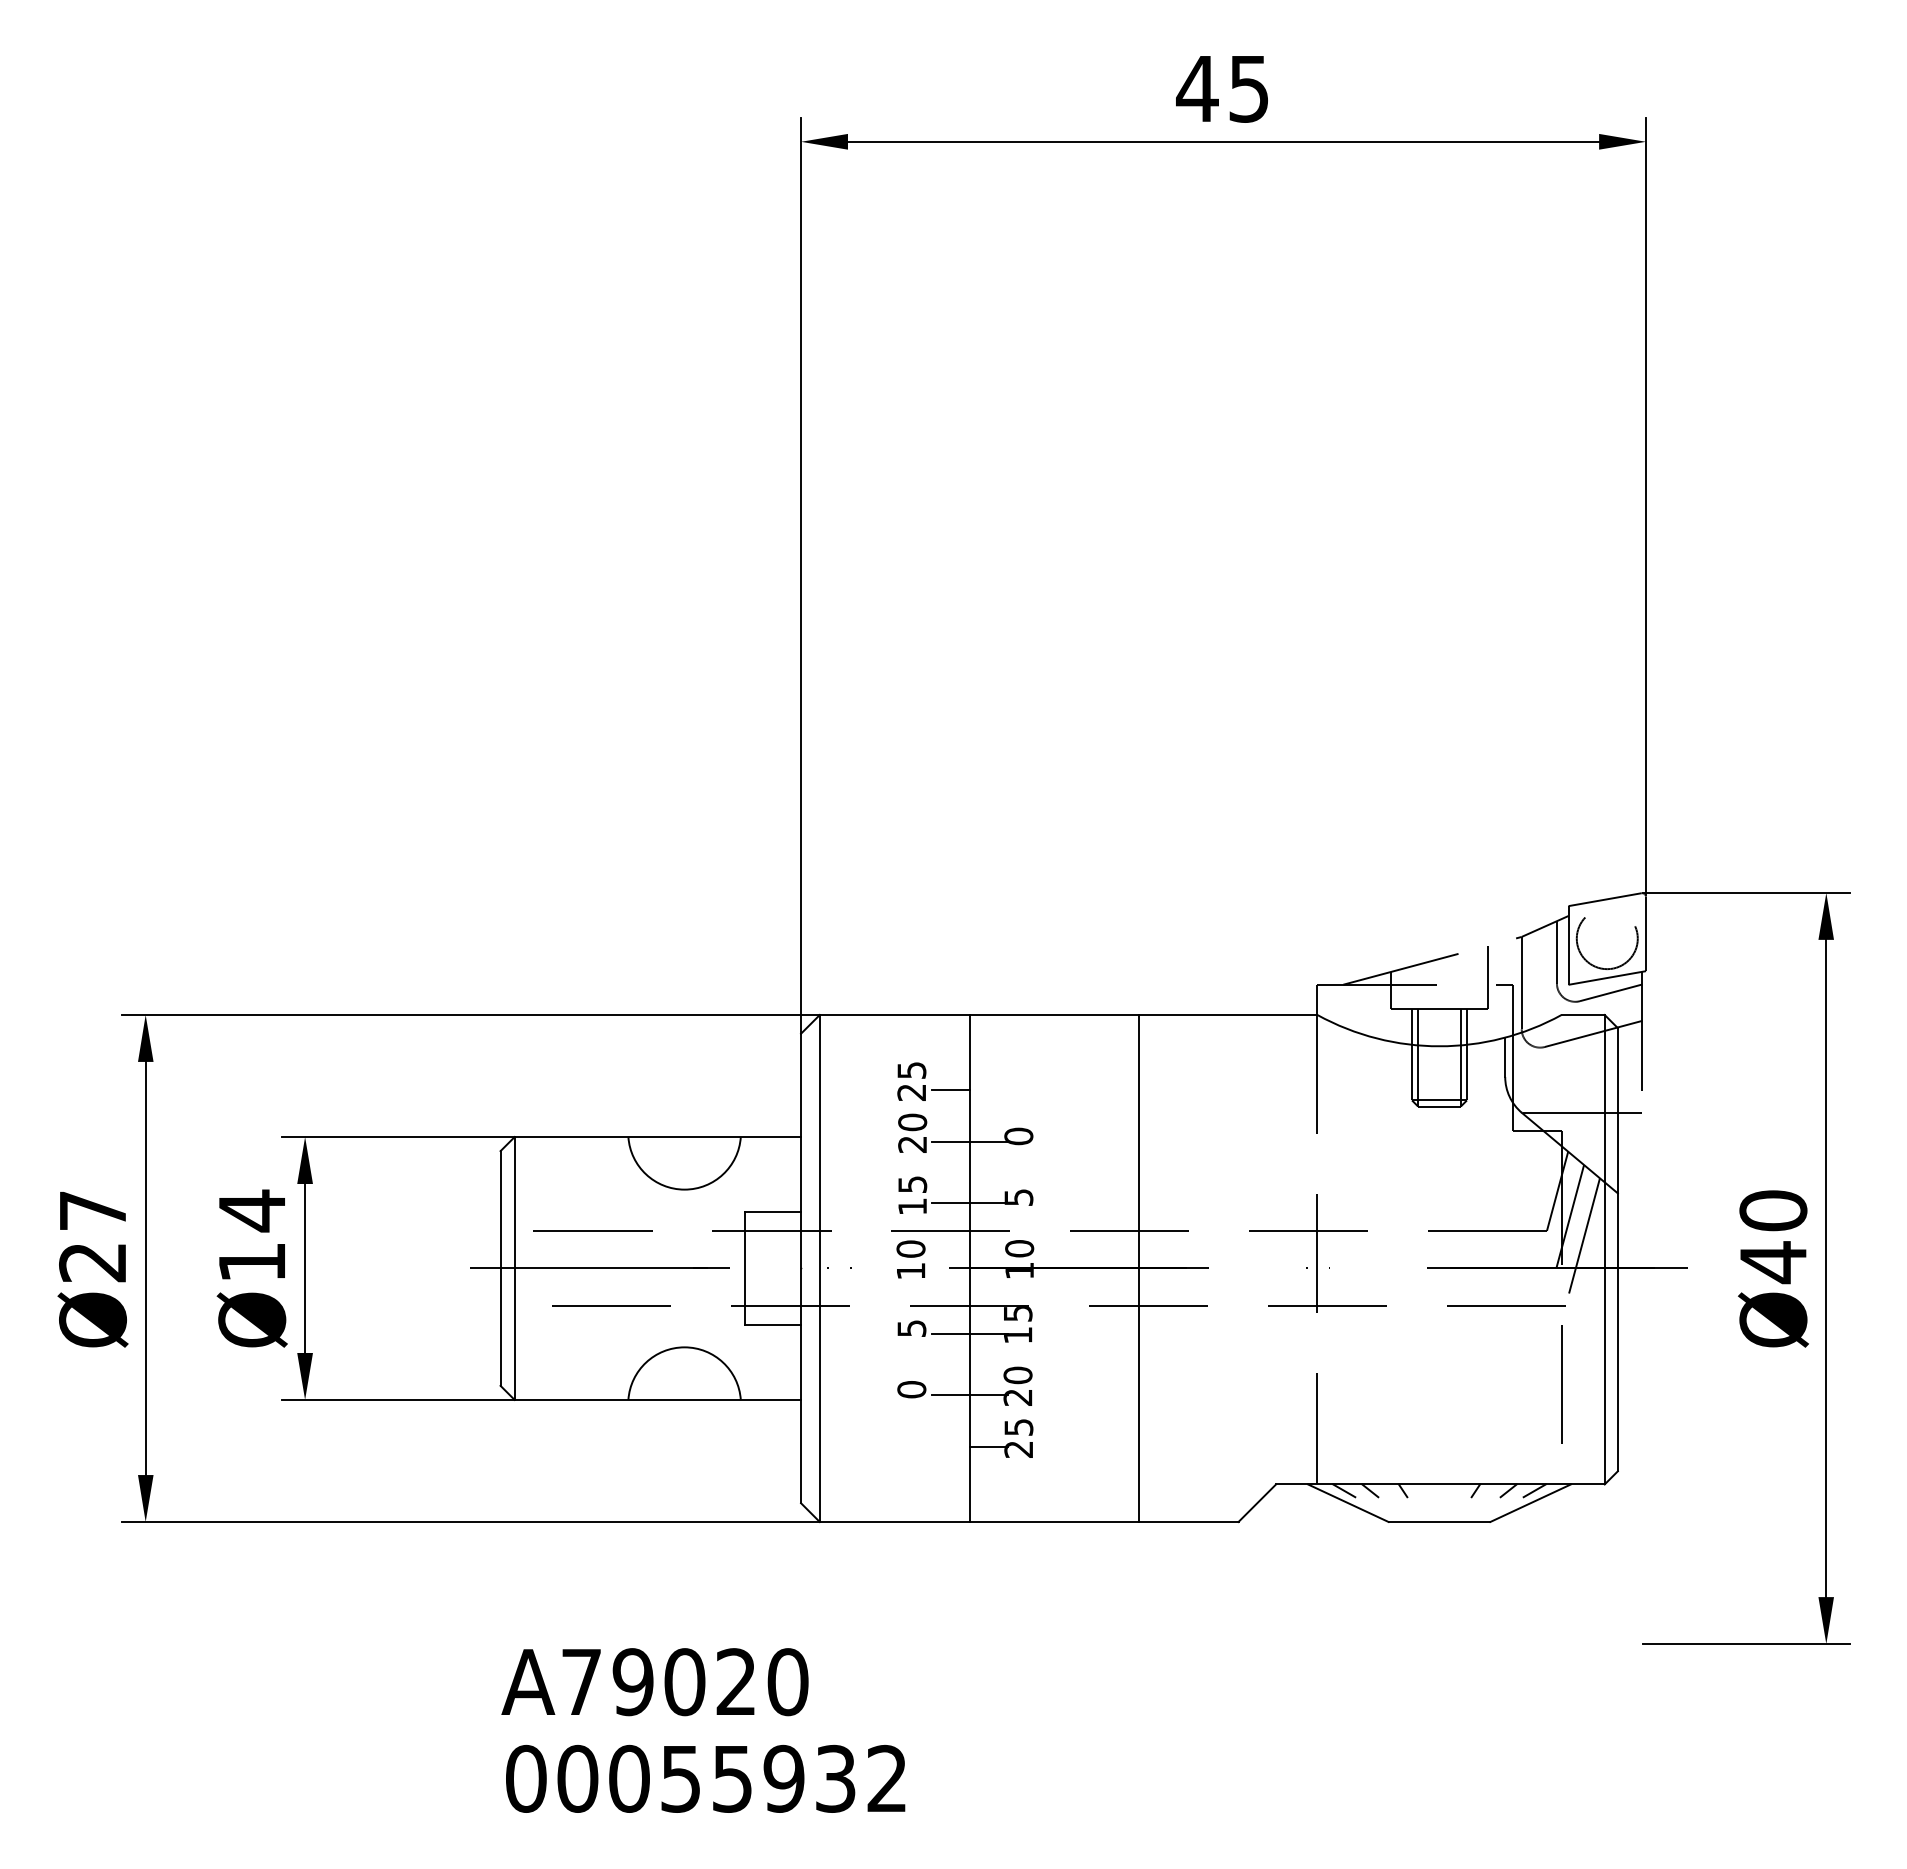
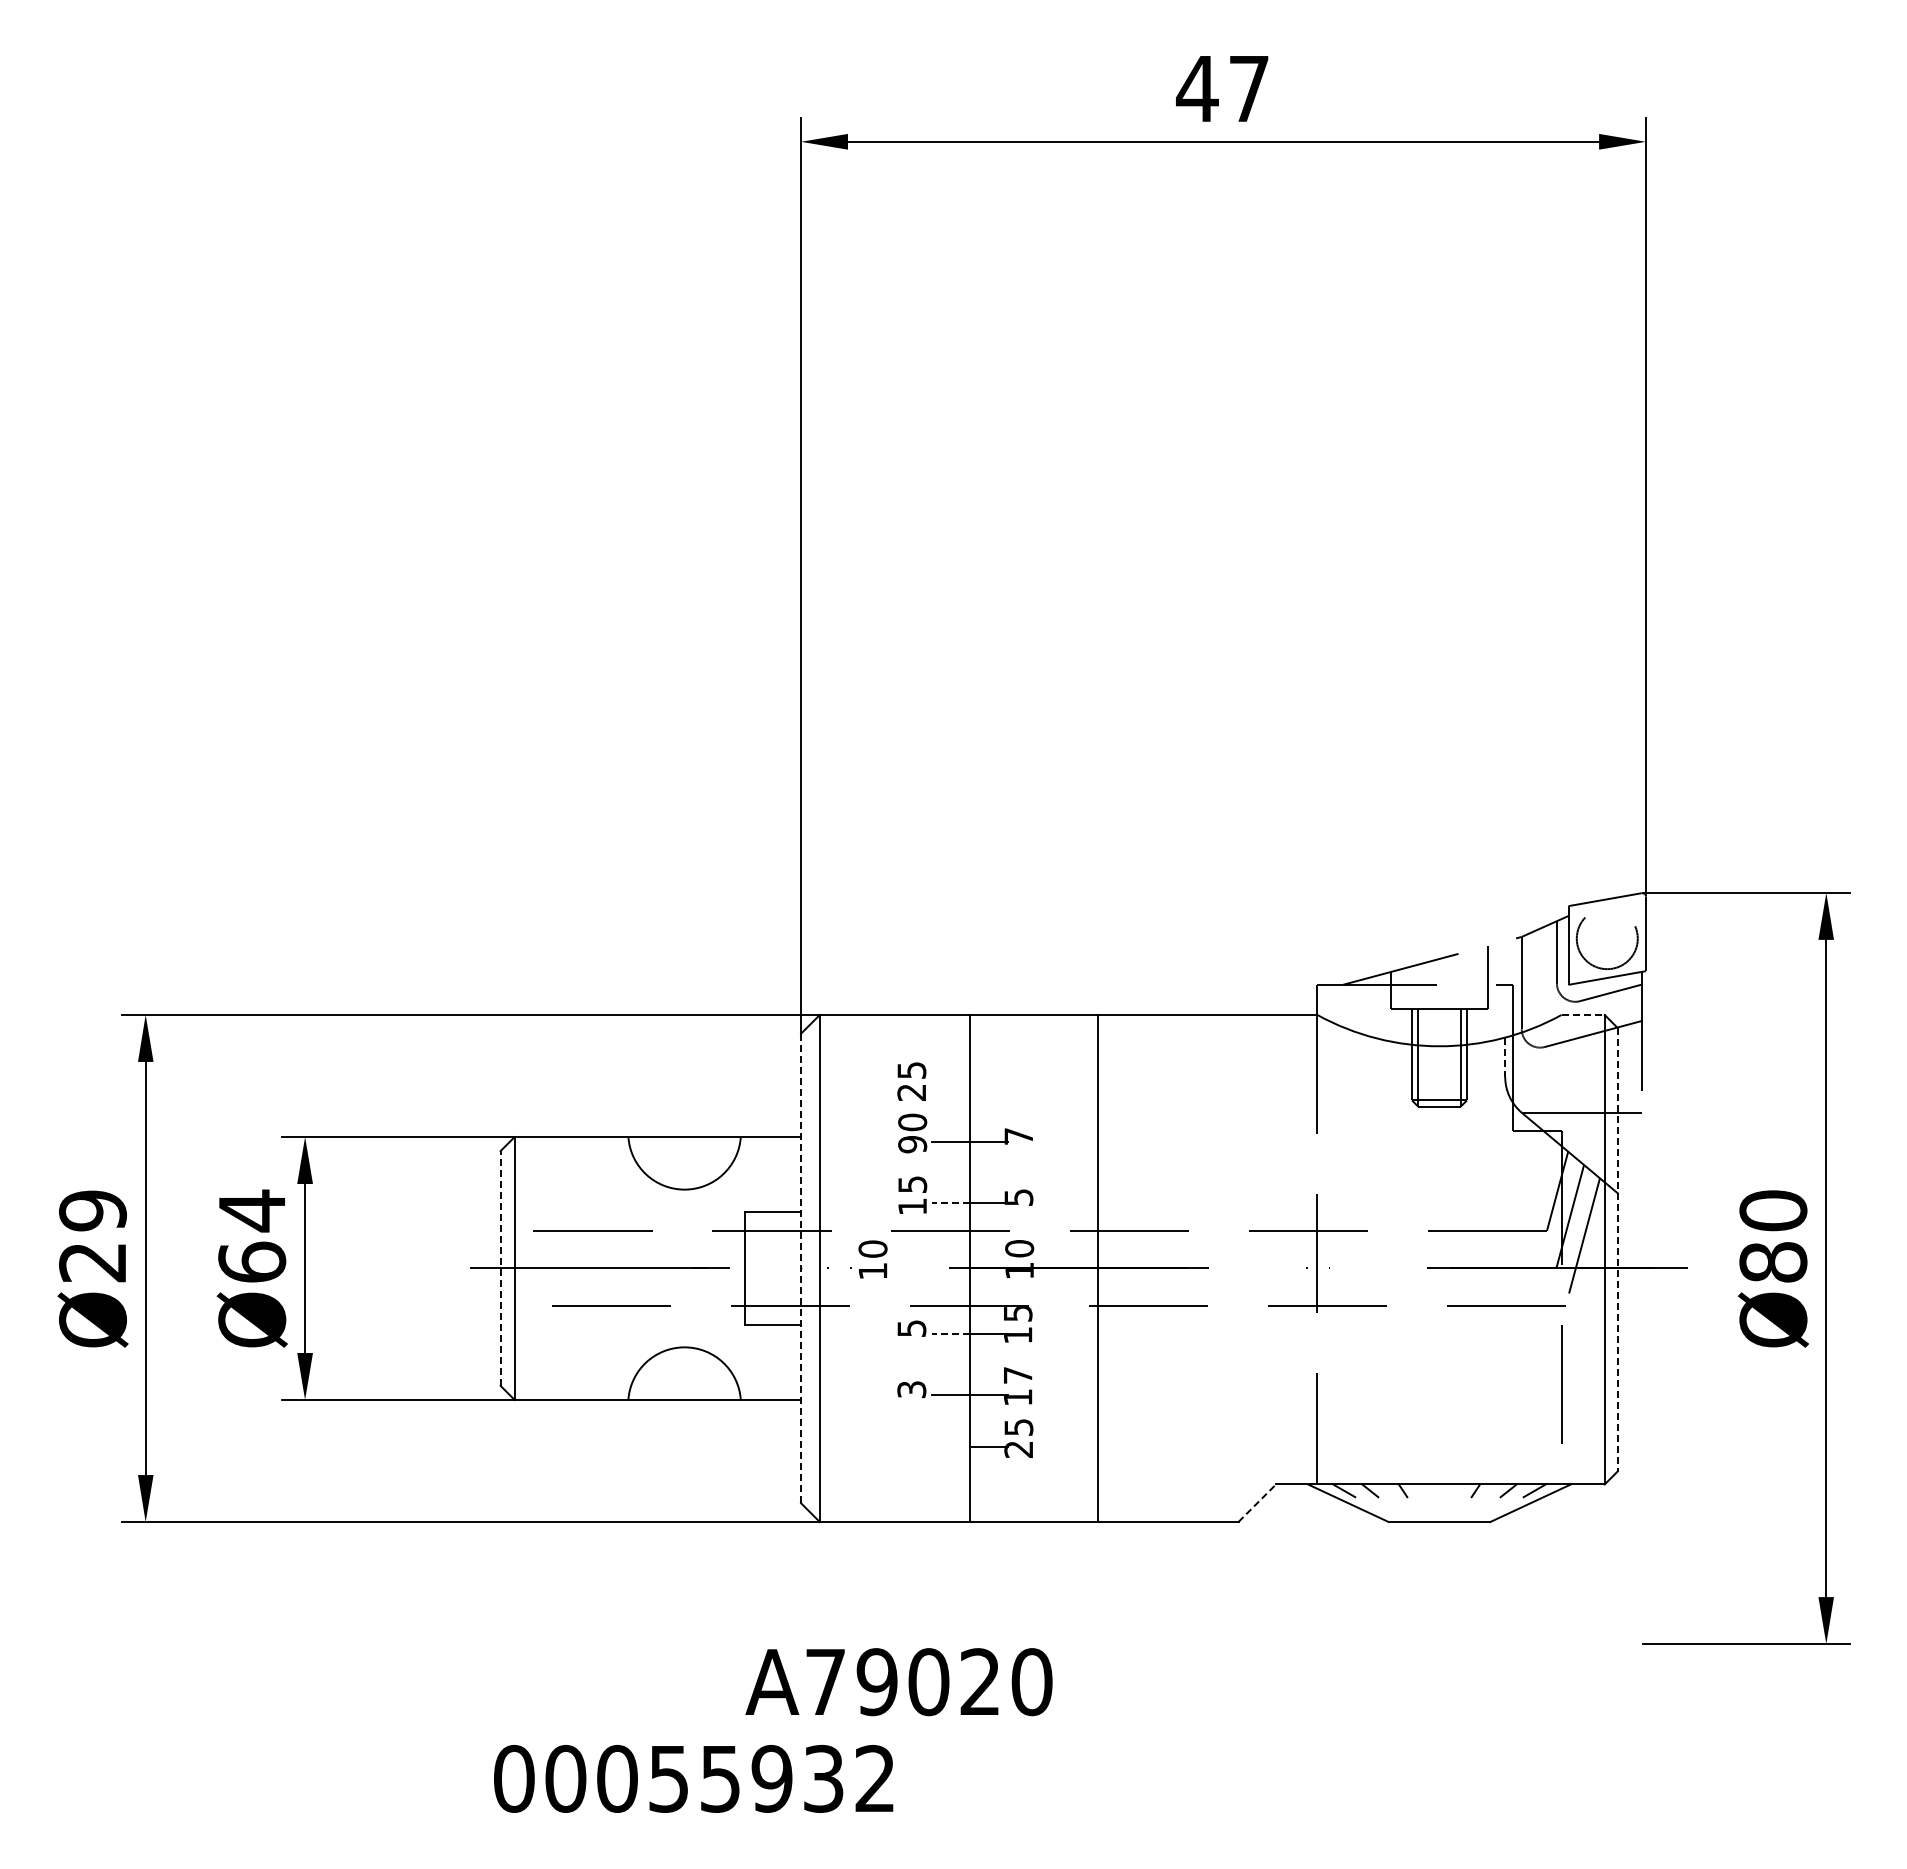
text at (1248, 89): 45 -> 47
line at (1583, 1014): solid -> dashed
line at (1505, 1057): solid -> dashed
line at (951, 1090): present -> none
text at (1018, 1136): 0 -> 7
text at (912, 1144): 20 -> 90
line at (951, 1202): solid -> dashed
text at (92, 1210): Ø27 -> Ø29
line at (1617, 1249): solid -> dashed
text at (910, 1259) position: (910, 1259) -> (872, 1259)
text at (252, 1261): Ø14 -> Ø64
text at (1773, 1262): Ø40 -> Ø80
line at (500, 1267): solid -> dashed
line at (1139, 1267) position: (1139, 1267) -> (1098, 1267)
line at (801, 1268): solid -> dashed
line at (951, 1334): solid -> dashed
text at (1017, 1385): 20 -> 17
text at (911, 1389): 0 -> 3
line at (1257, 1503): solid -> dashed
text at (654, 1682) position: (654, 1682) -> (898, 1682)
text at (705, 1778) position: (705, 1778) -> (693, 1778)
